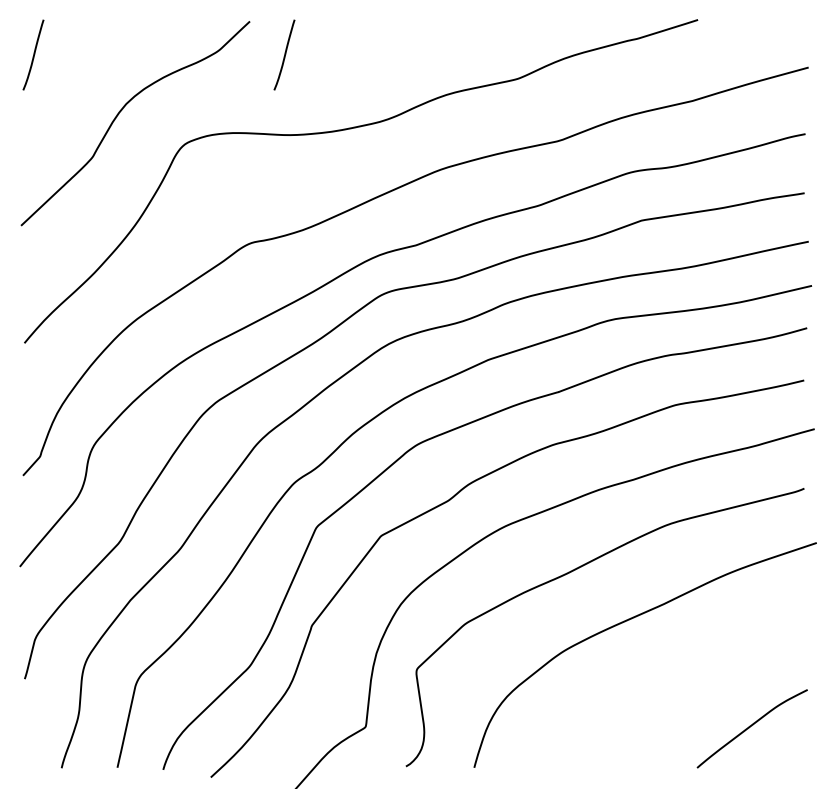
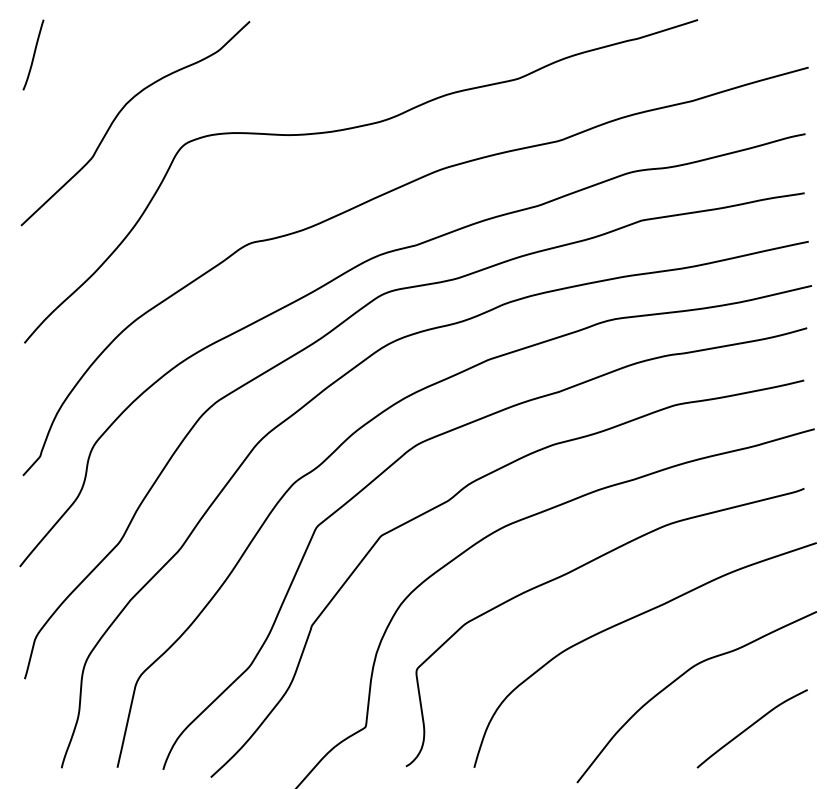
curve at (284, 54): present -> none
curve at (678, 679): none -> present
